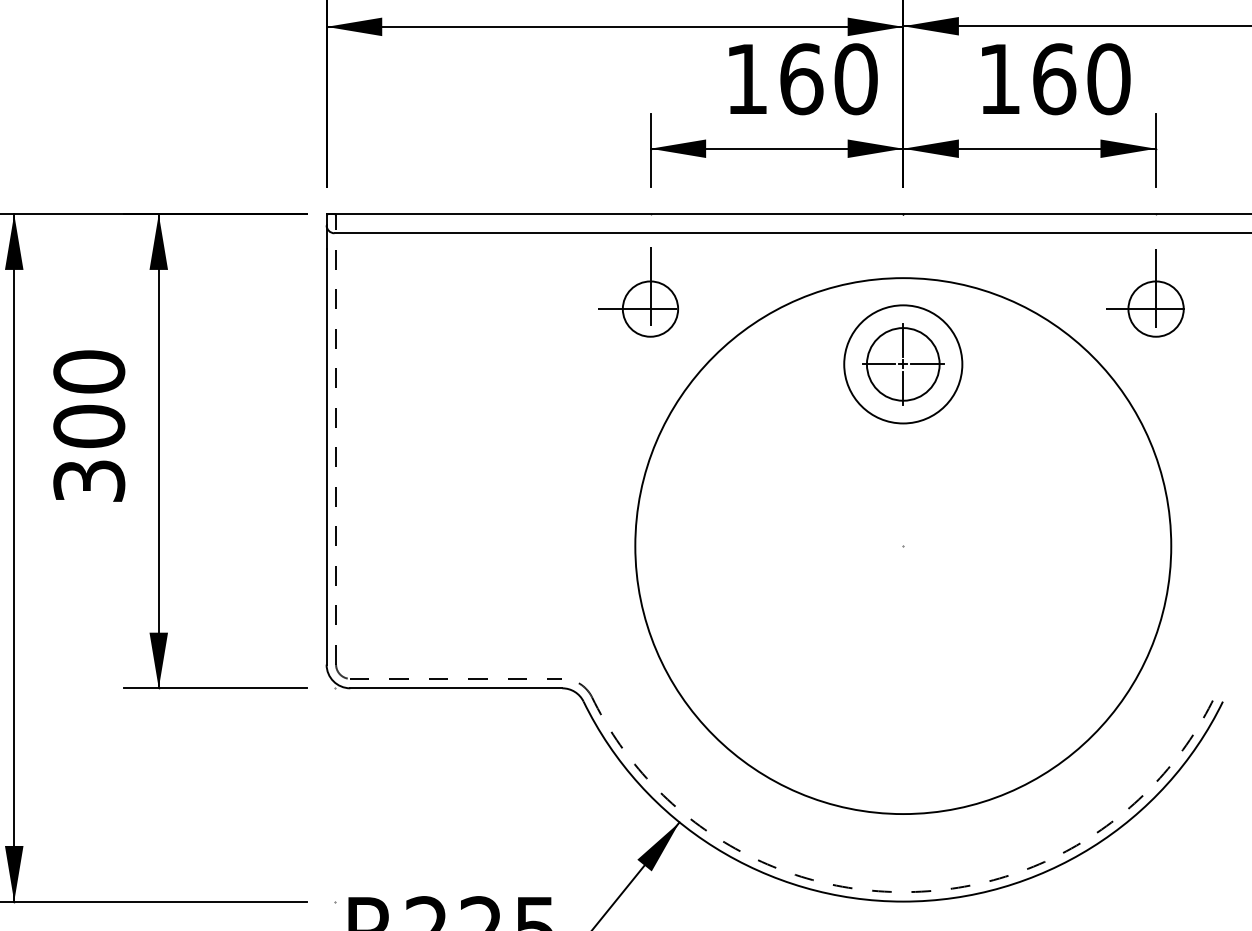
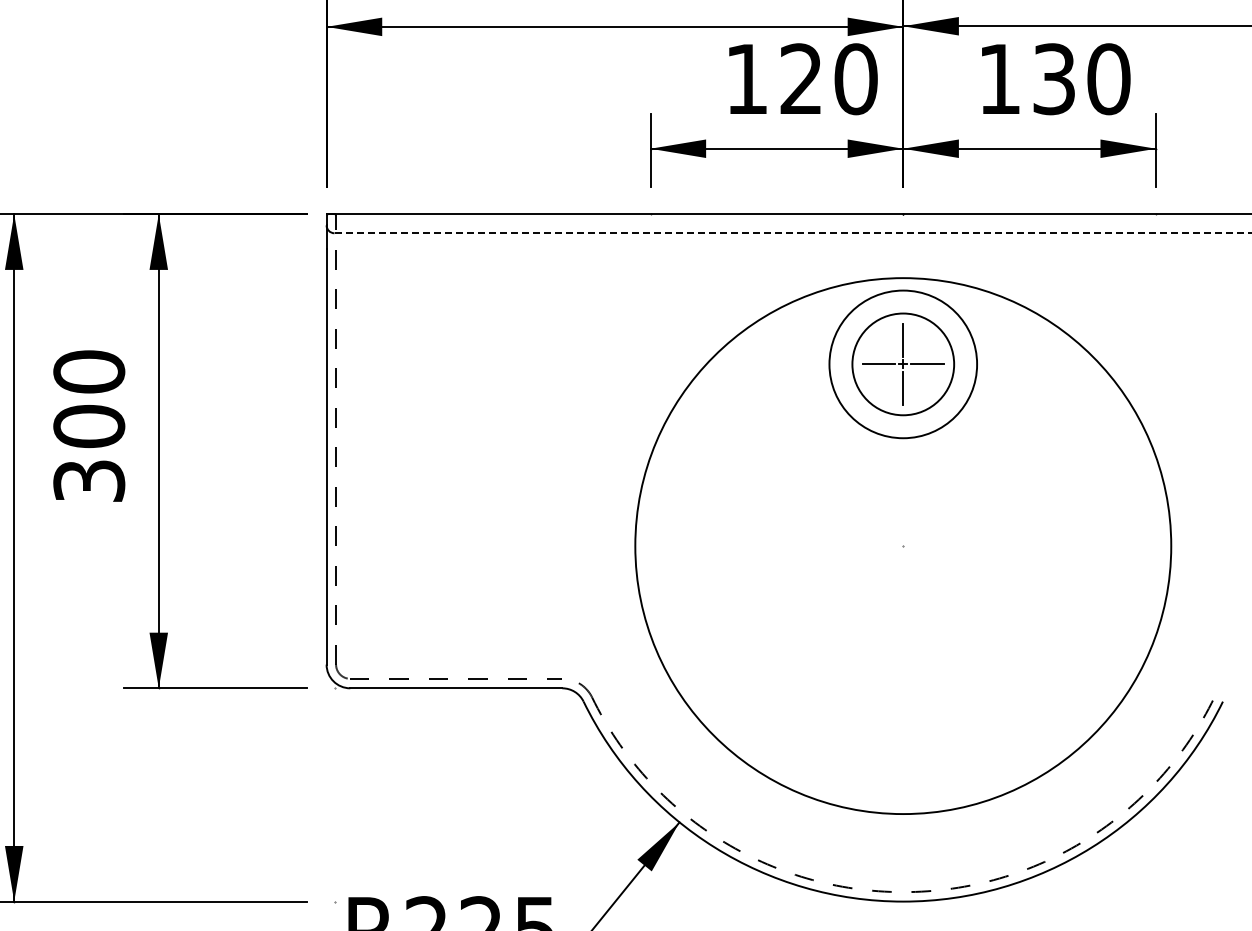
text at (801, 79): 160 -> 120
text at (1054, 79): 160 -> 130
line at (793, 233): solid -> dashed
part at (638, 292): present -> none
part at (1145, 293): present -> none
circle at (902, 364) diameter: 73 px -> 102 px
circle at (903, 364) diameter: 118 px -> 148 px
